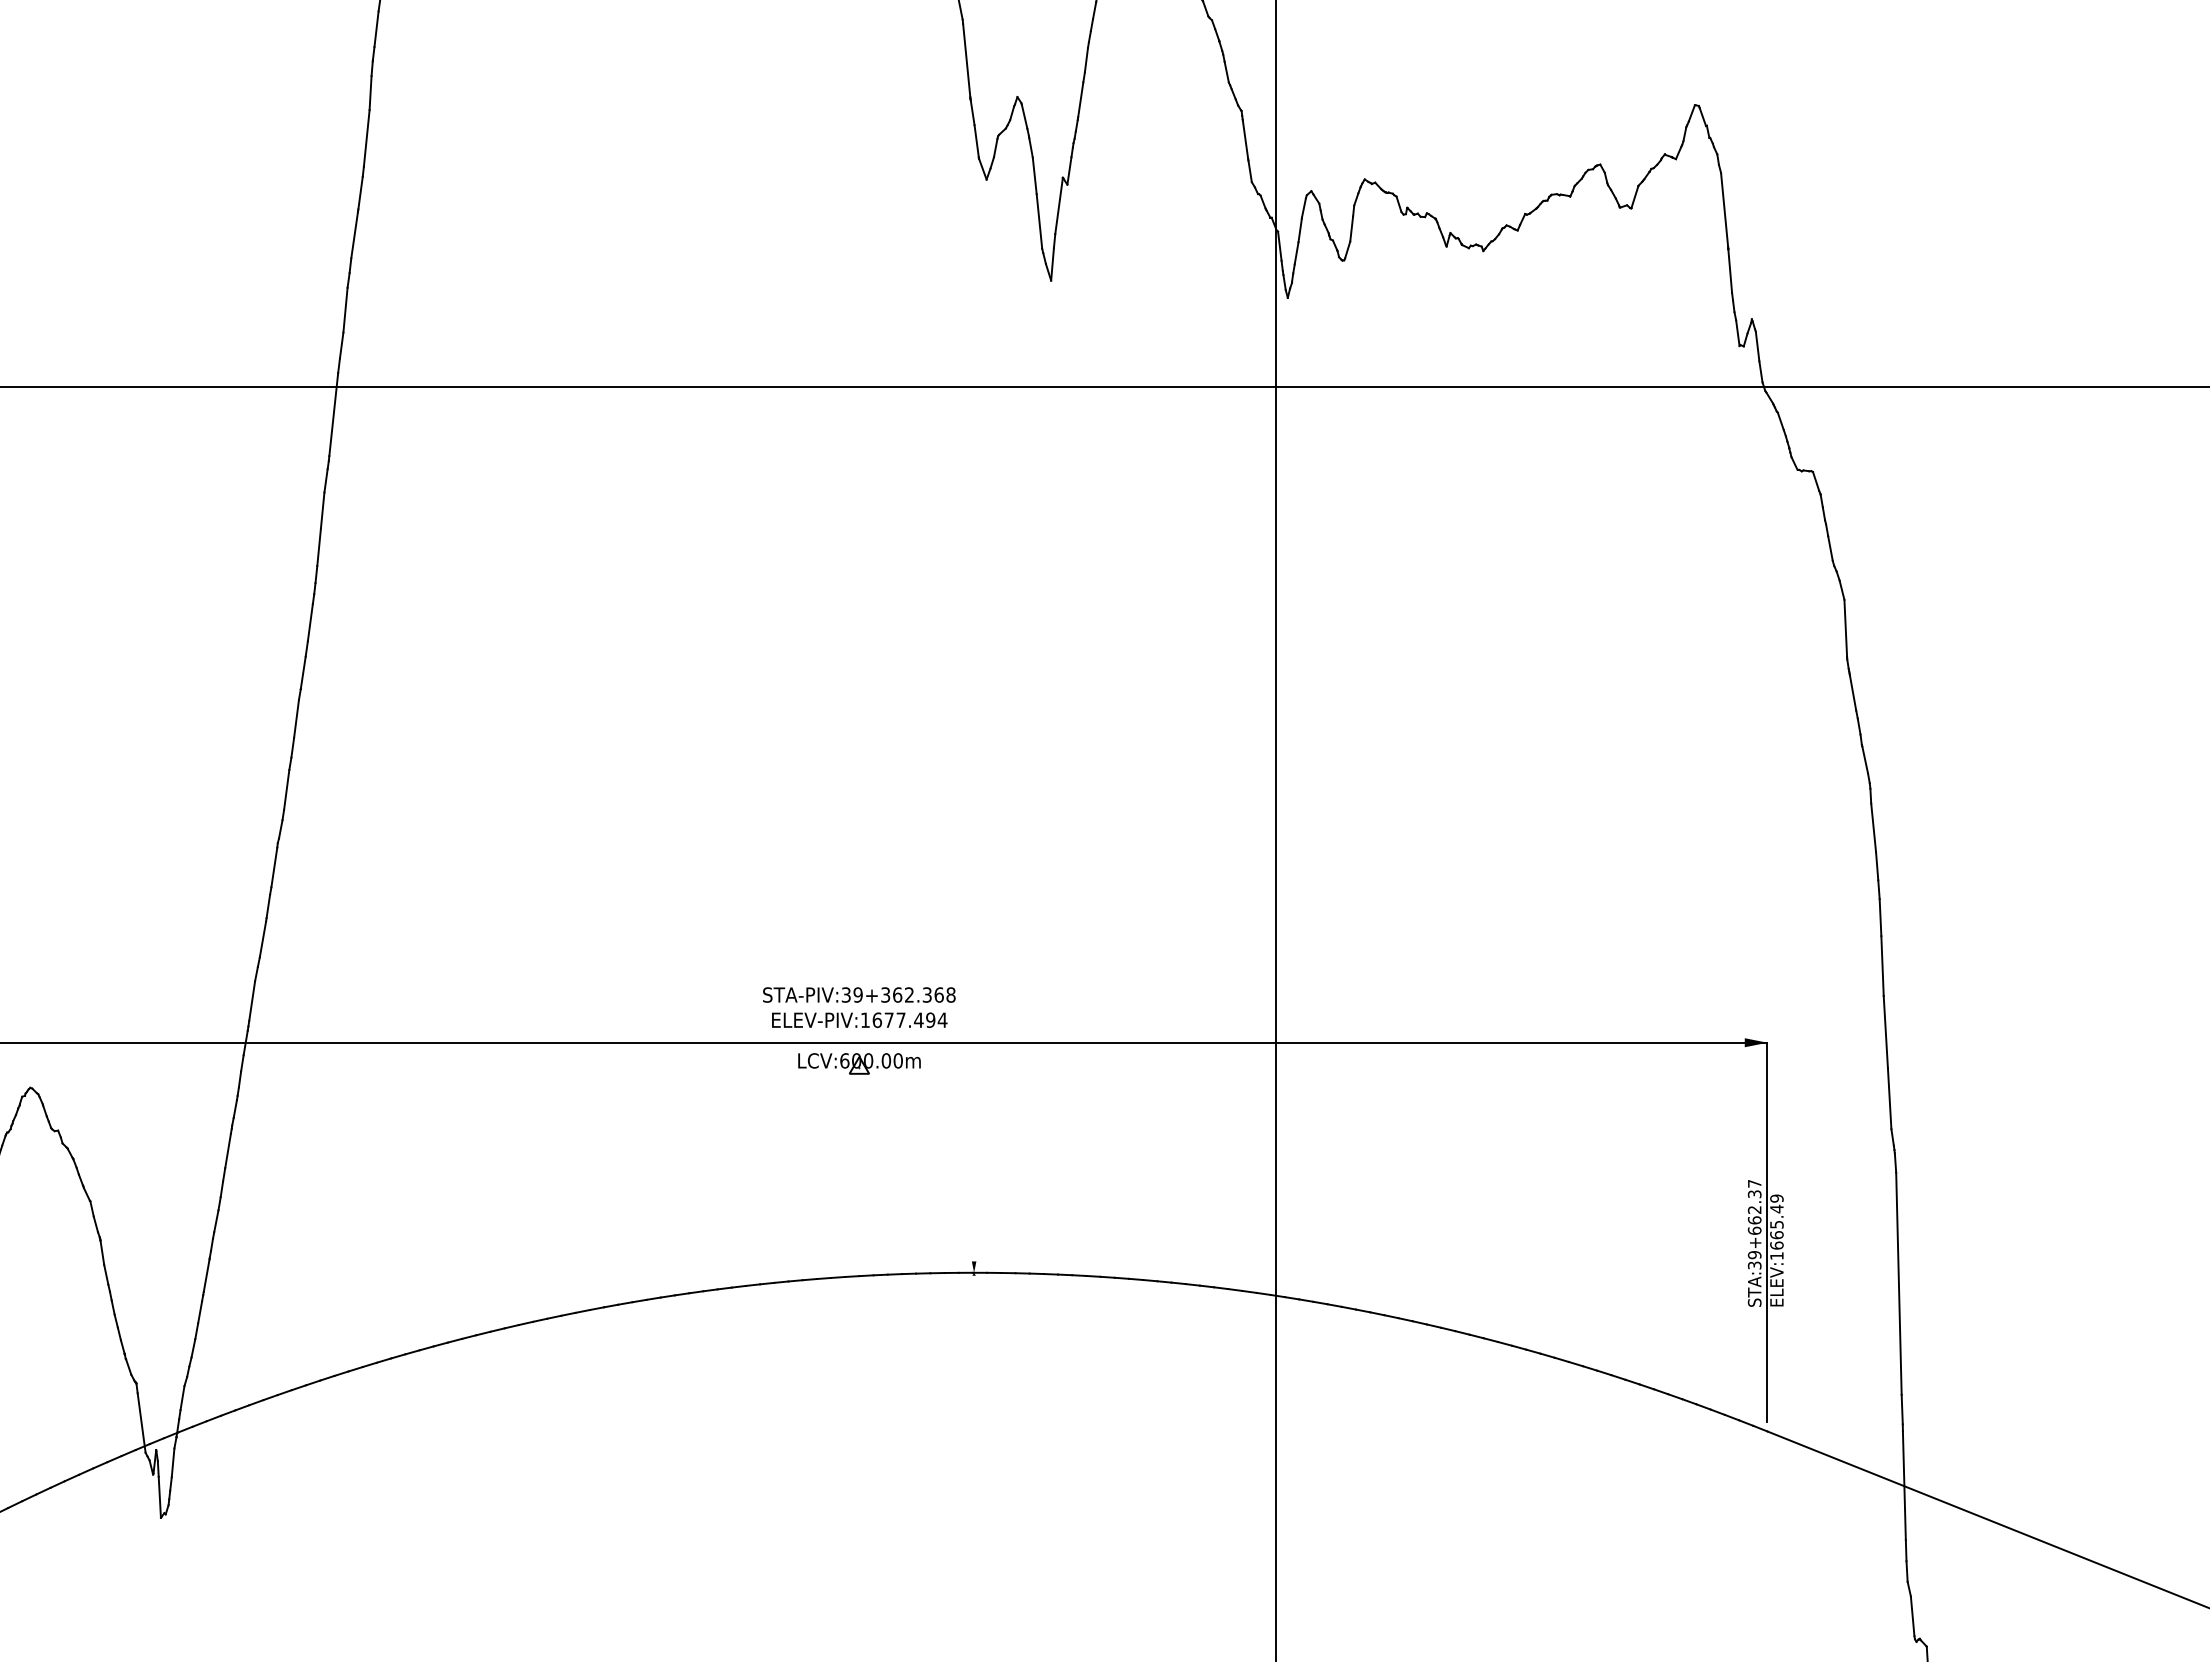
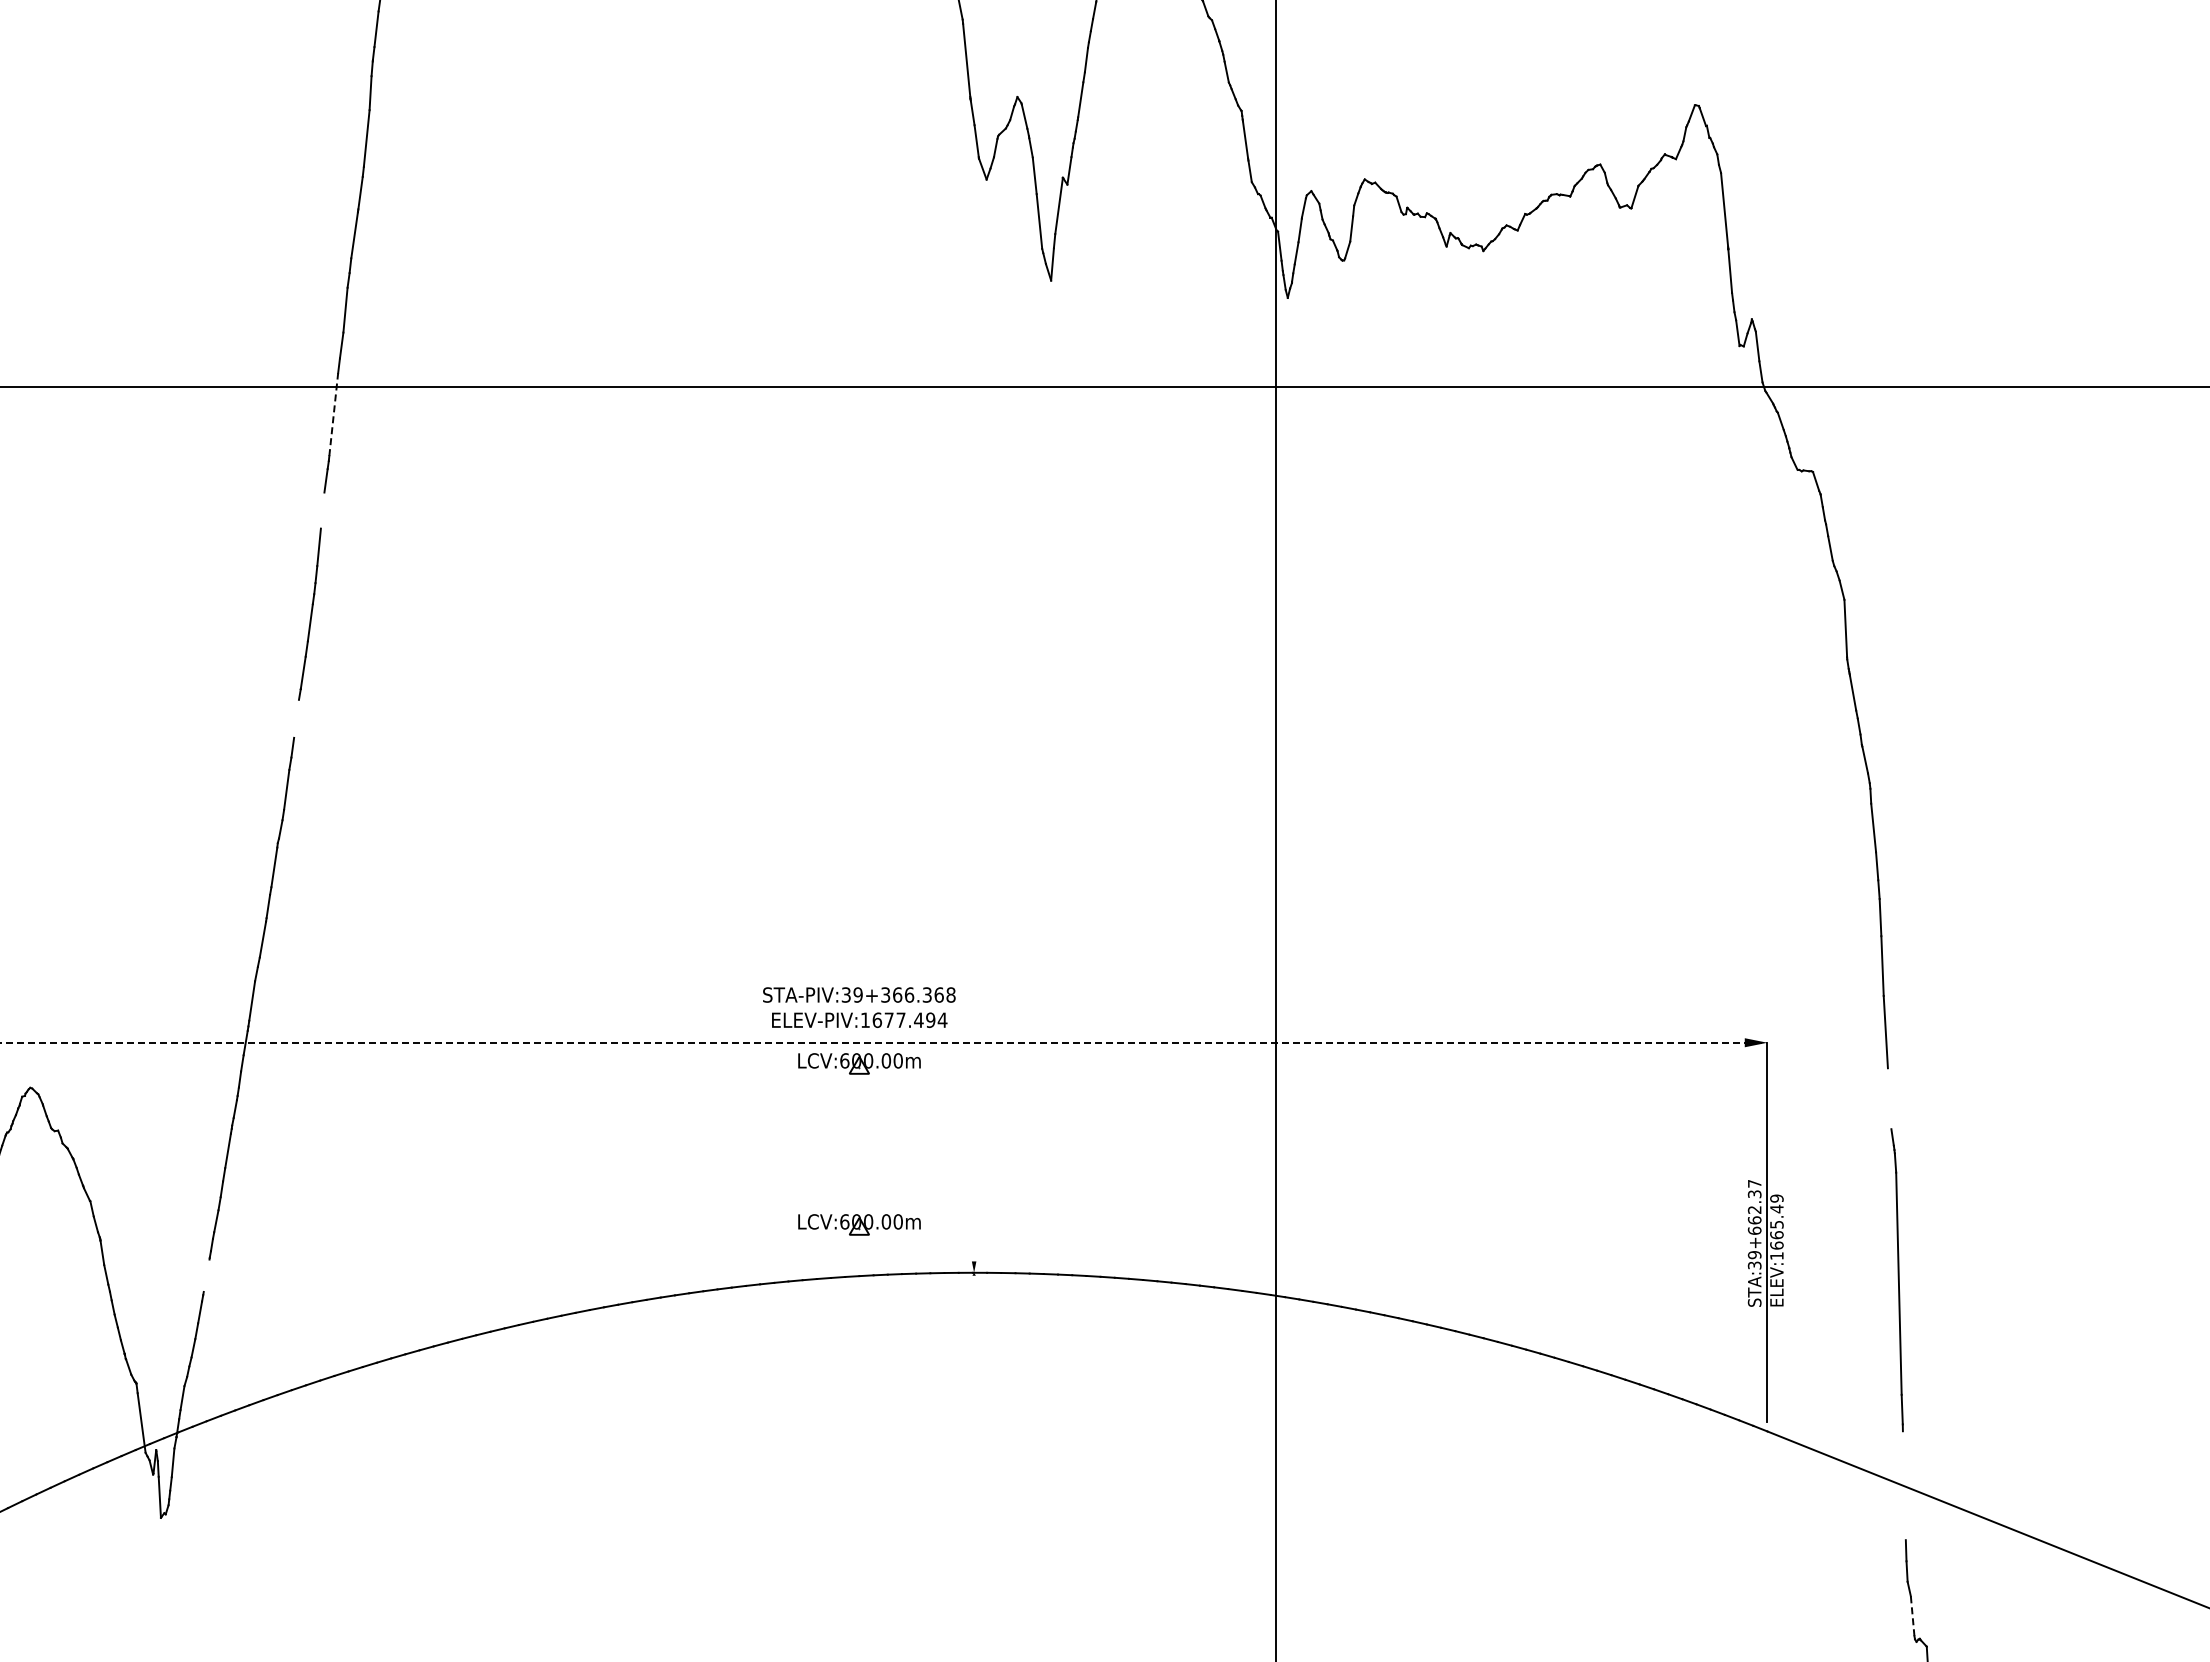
line at (333, 414): solid -> dashed
line at (322, 510): present -> none
line at (296, 718): present -> none
text at (909, 994): STA-PIV:39+362.368 -> STA-PIV:39+366.368
line at (883, 1042): solid -> dashed
line at (1889, 1098): present -> none
part at (859, 1224): none -> present
line at (206, 1275): present -> none
line at (1903, 1485): present -> none
line at (1912, 1616): solid -> dashed
